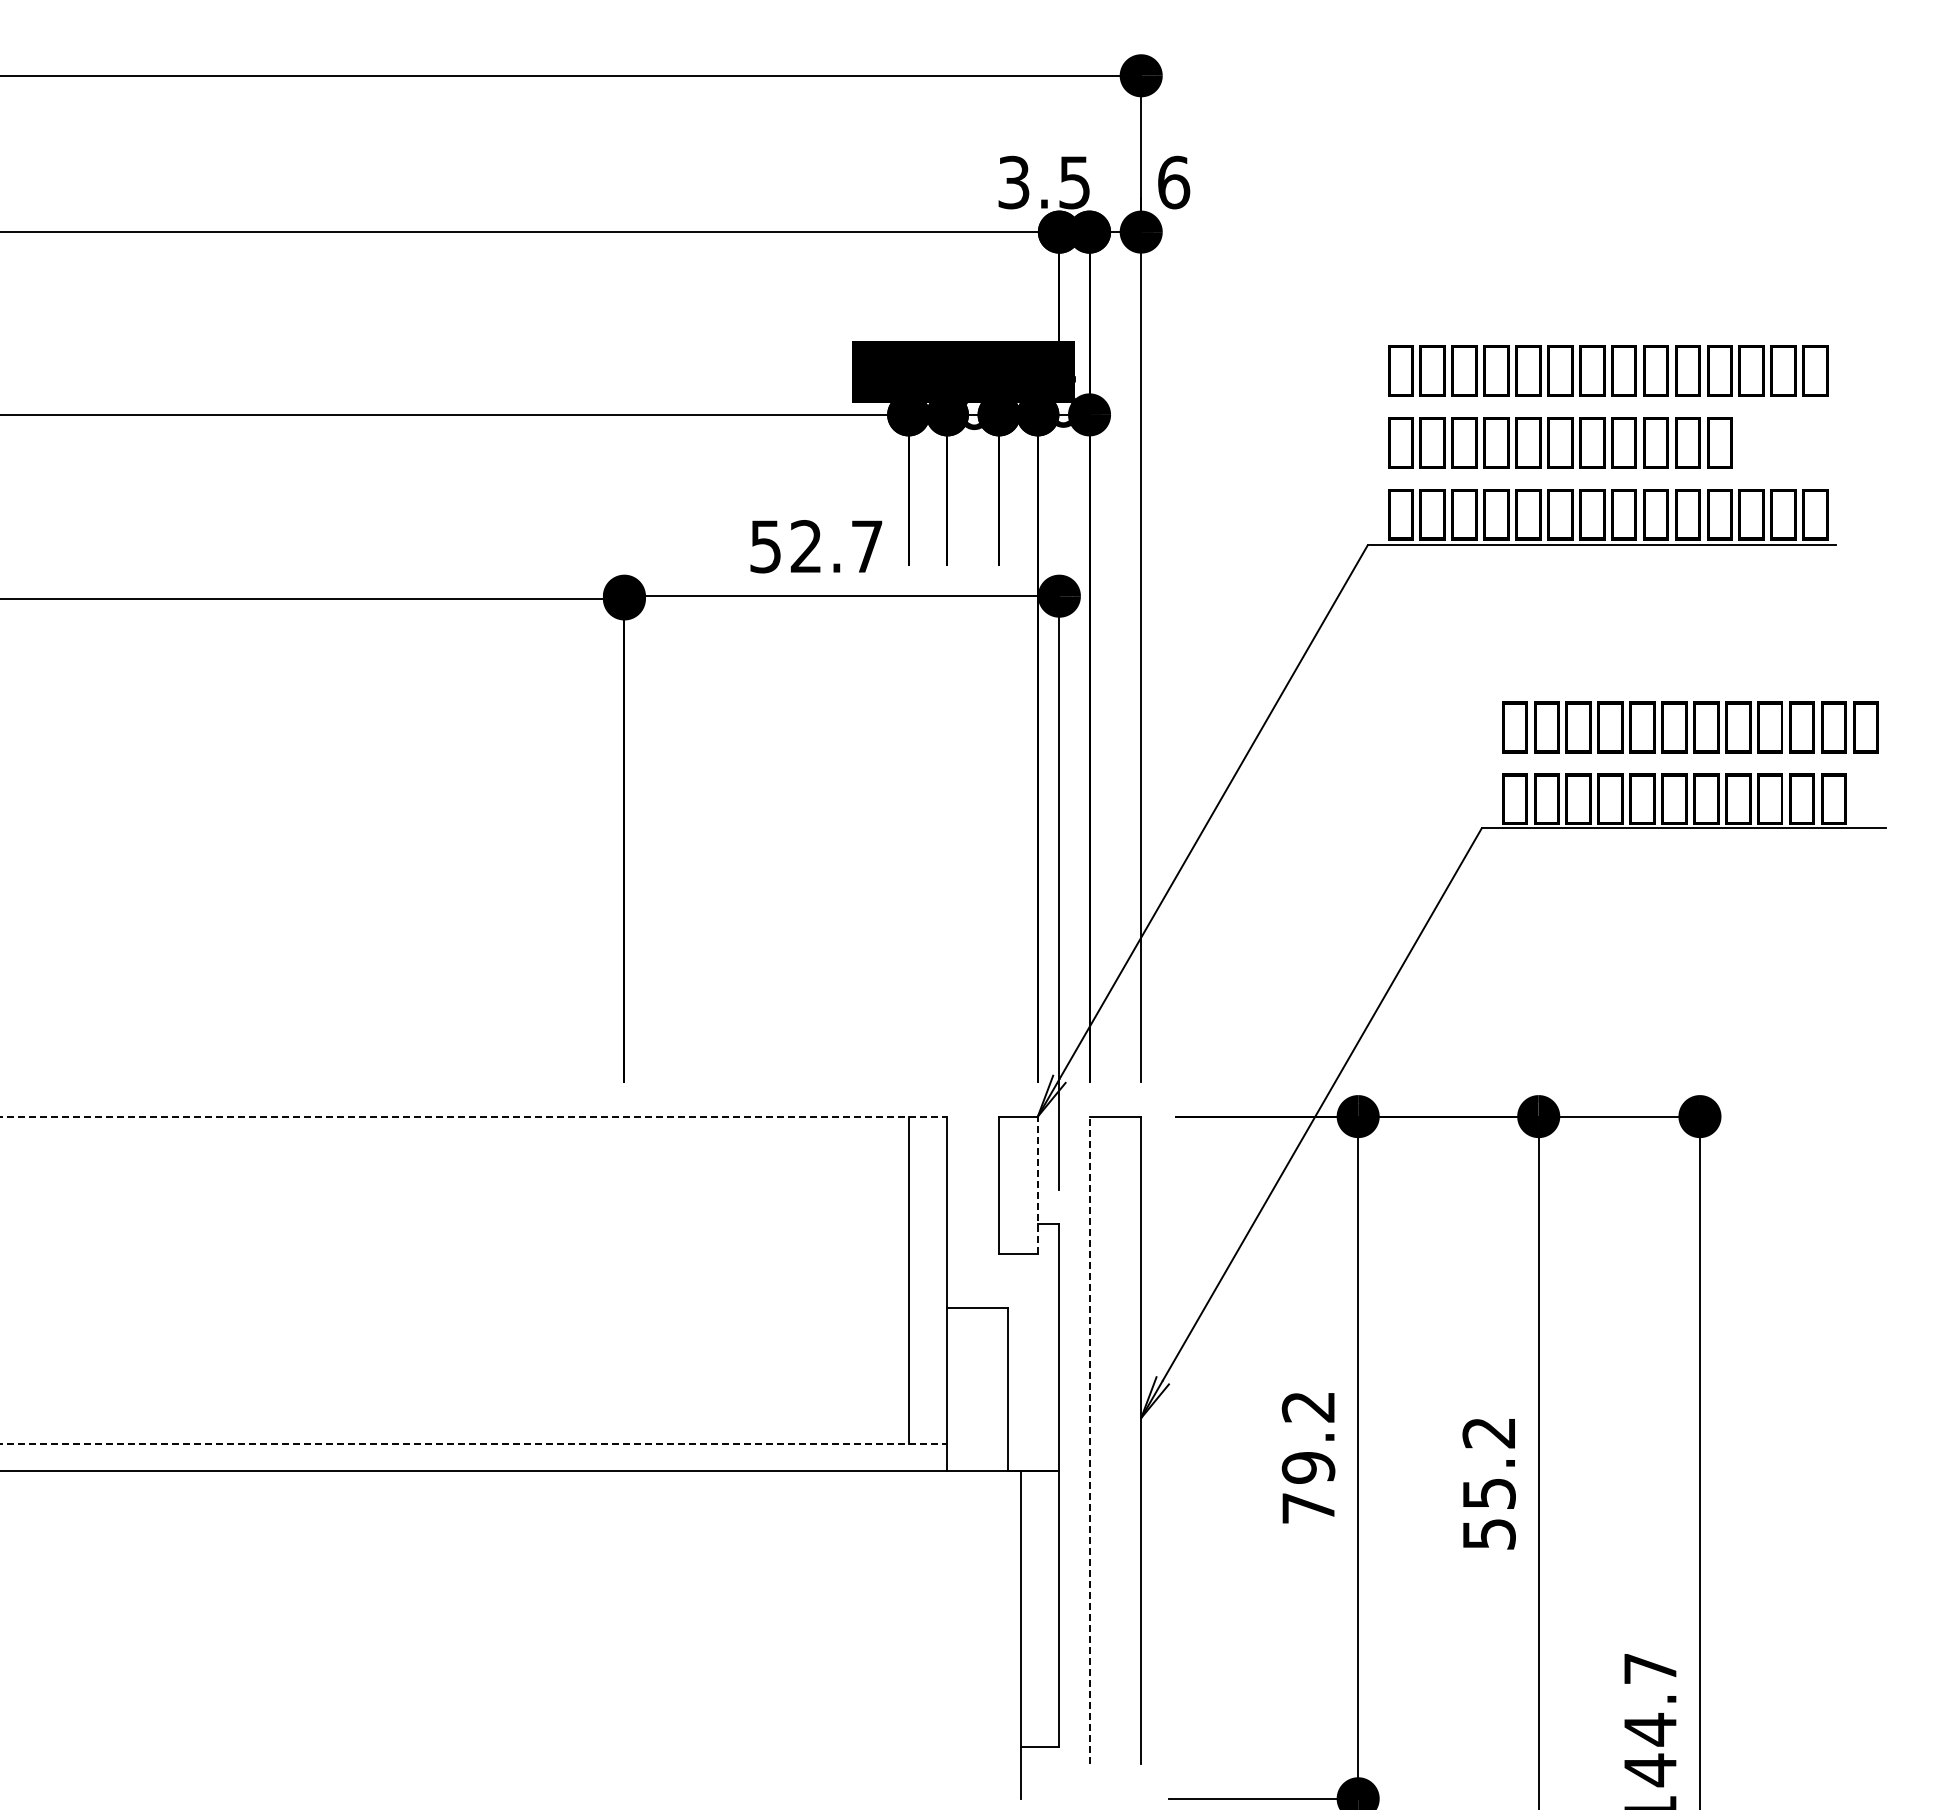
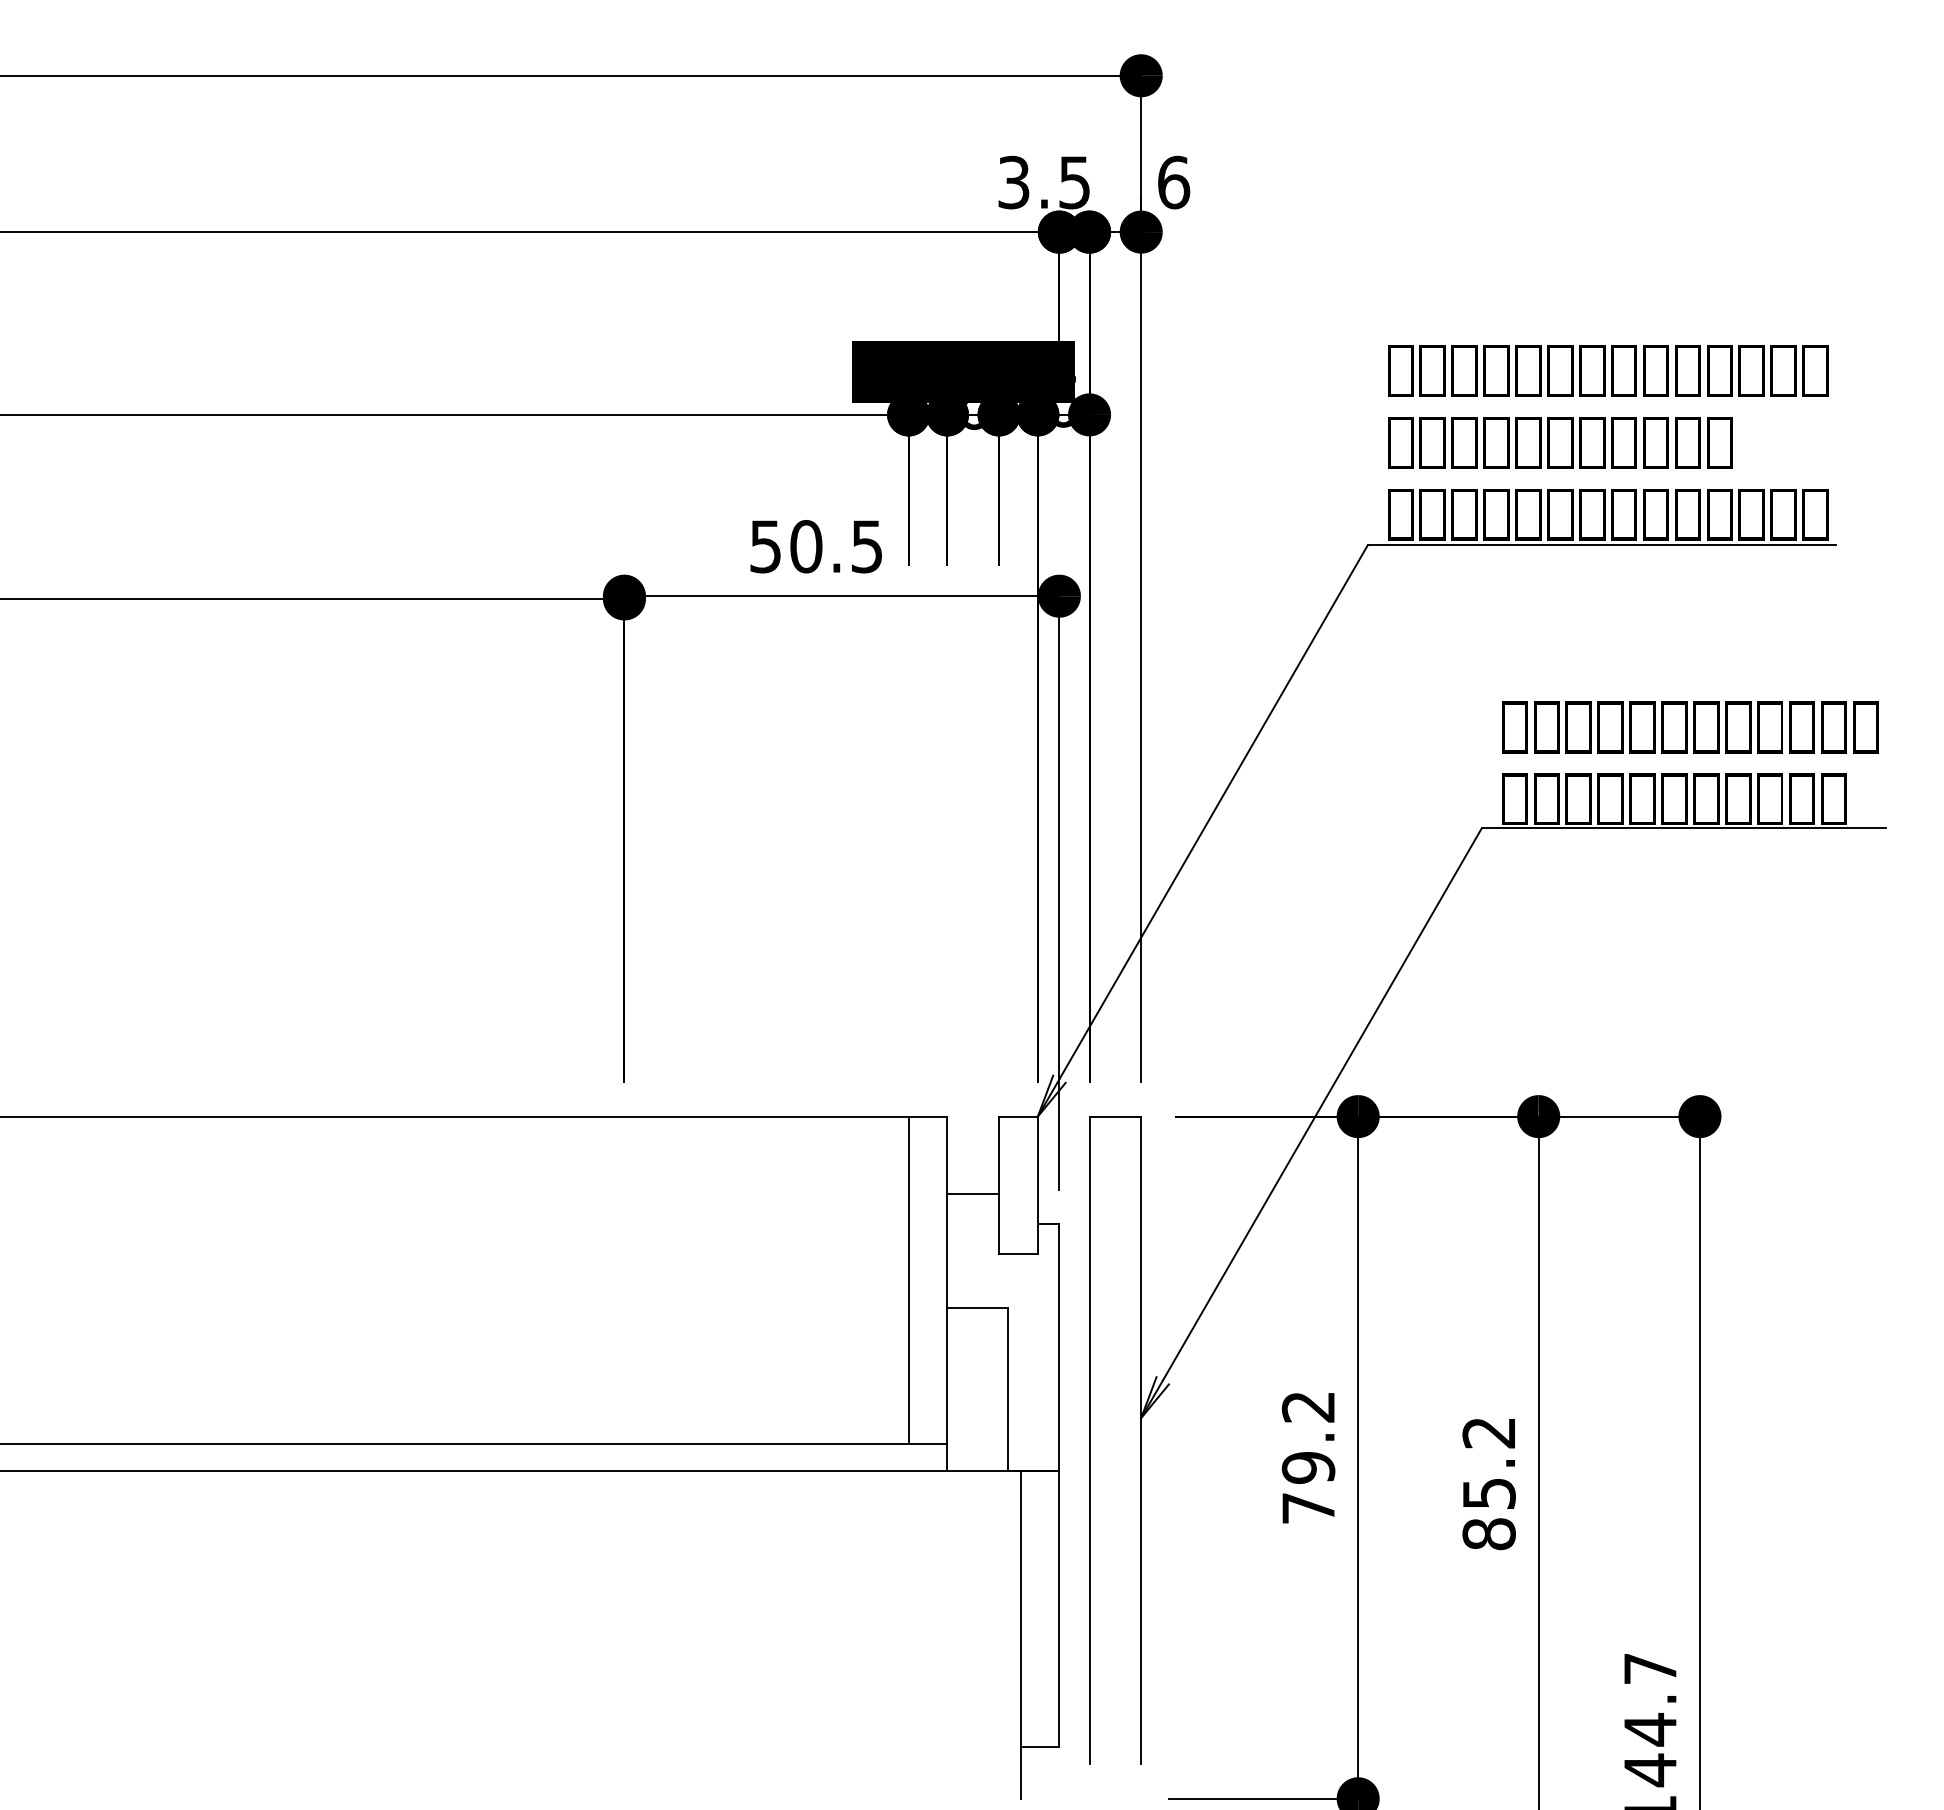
text at (836, 546): 52.7 -> 50.5
line at (474, 1116): dashed -> solid
line at (1037, 1185): dashed -> solid
line at (973, 1194): none -> present
line at (1089, 1440): dashed -> solid
line at (474, 1443): dashed -> solid
text at (1488, 1534): 55.2 -> 85.2
